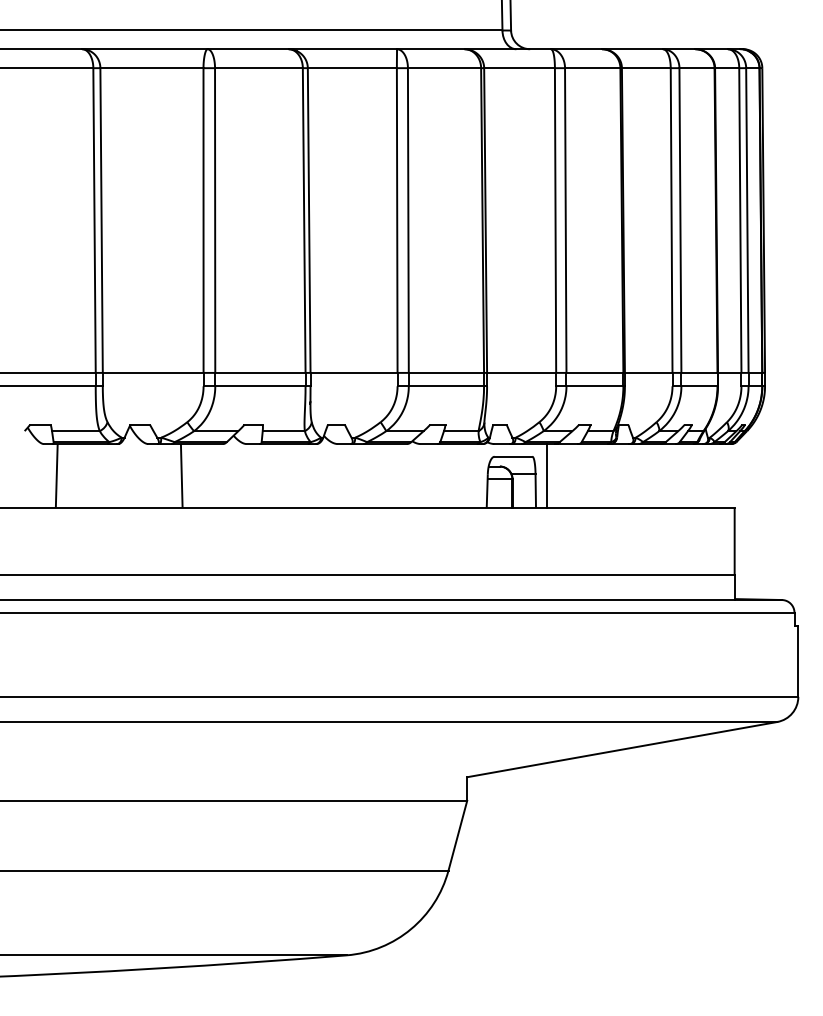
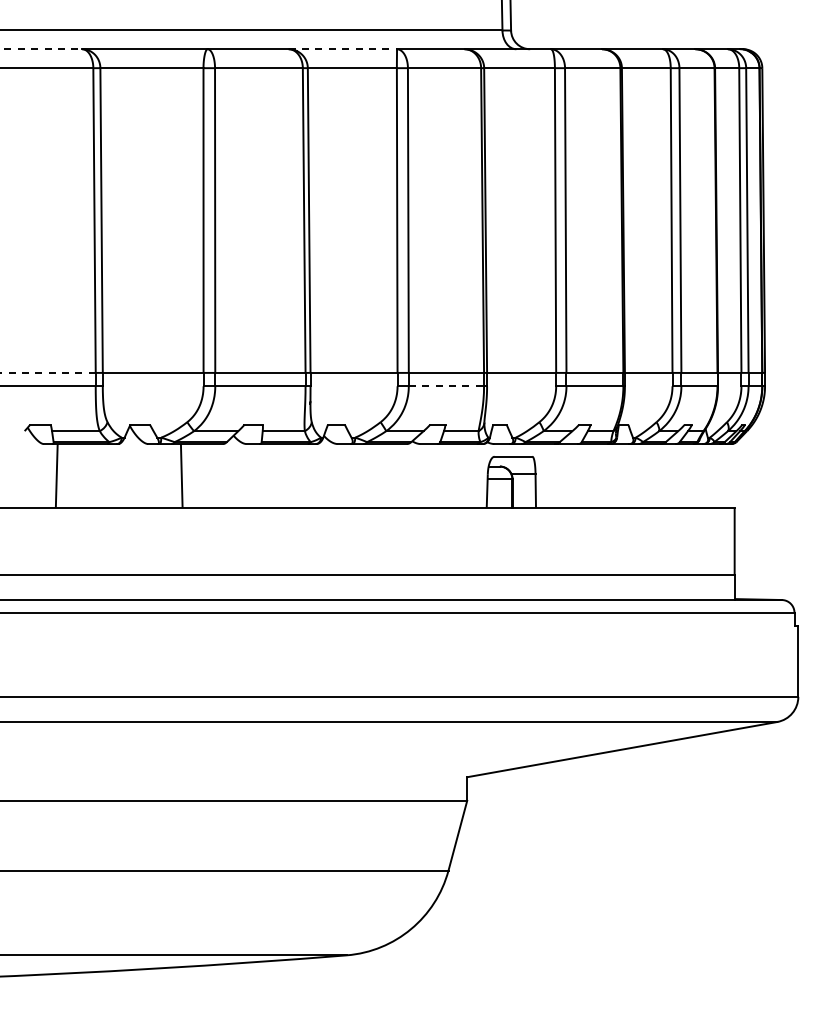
line at (41, 49): solid -> dashed
line at (343, 49): solid -> dashed
line at (48, 372): solid -> dashed
line at (446, 386): solid -> dashed
line at (546, 475): present -> none
